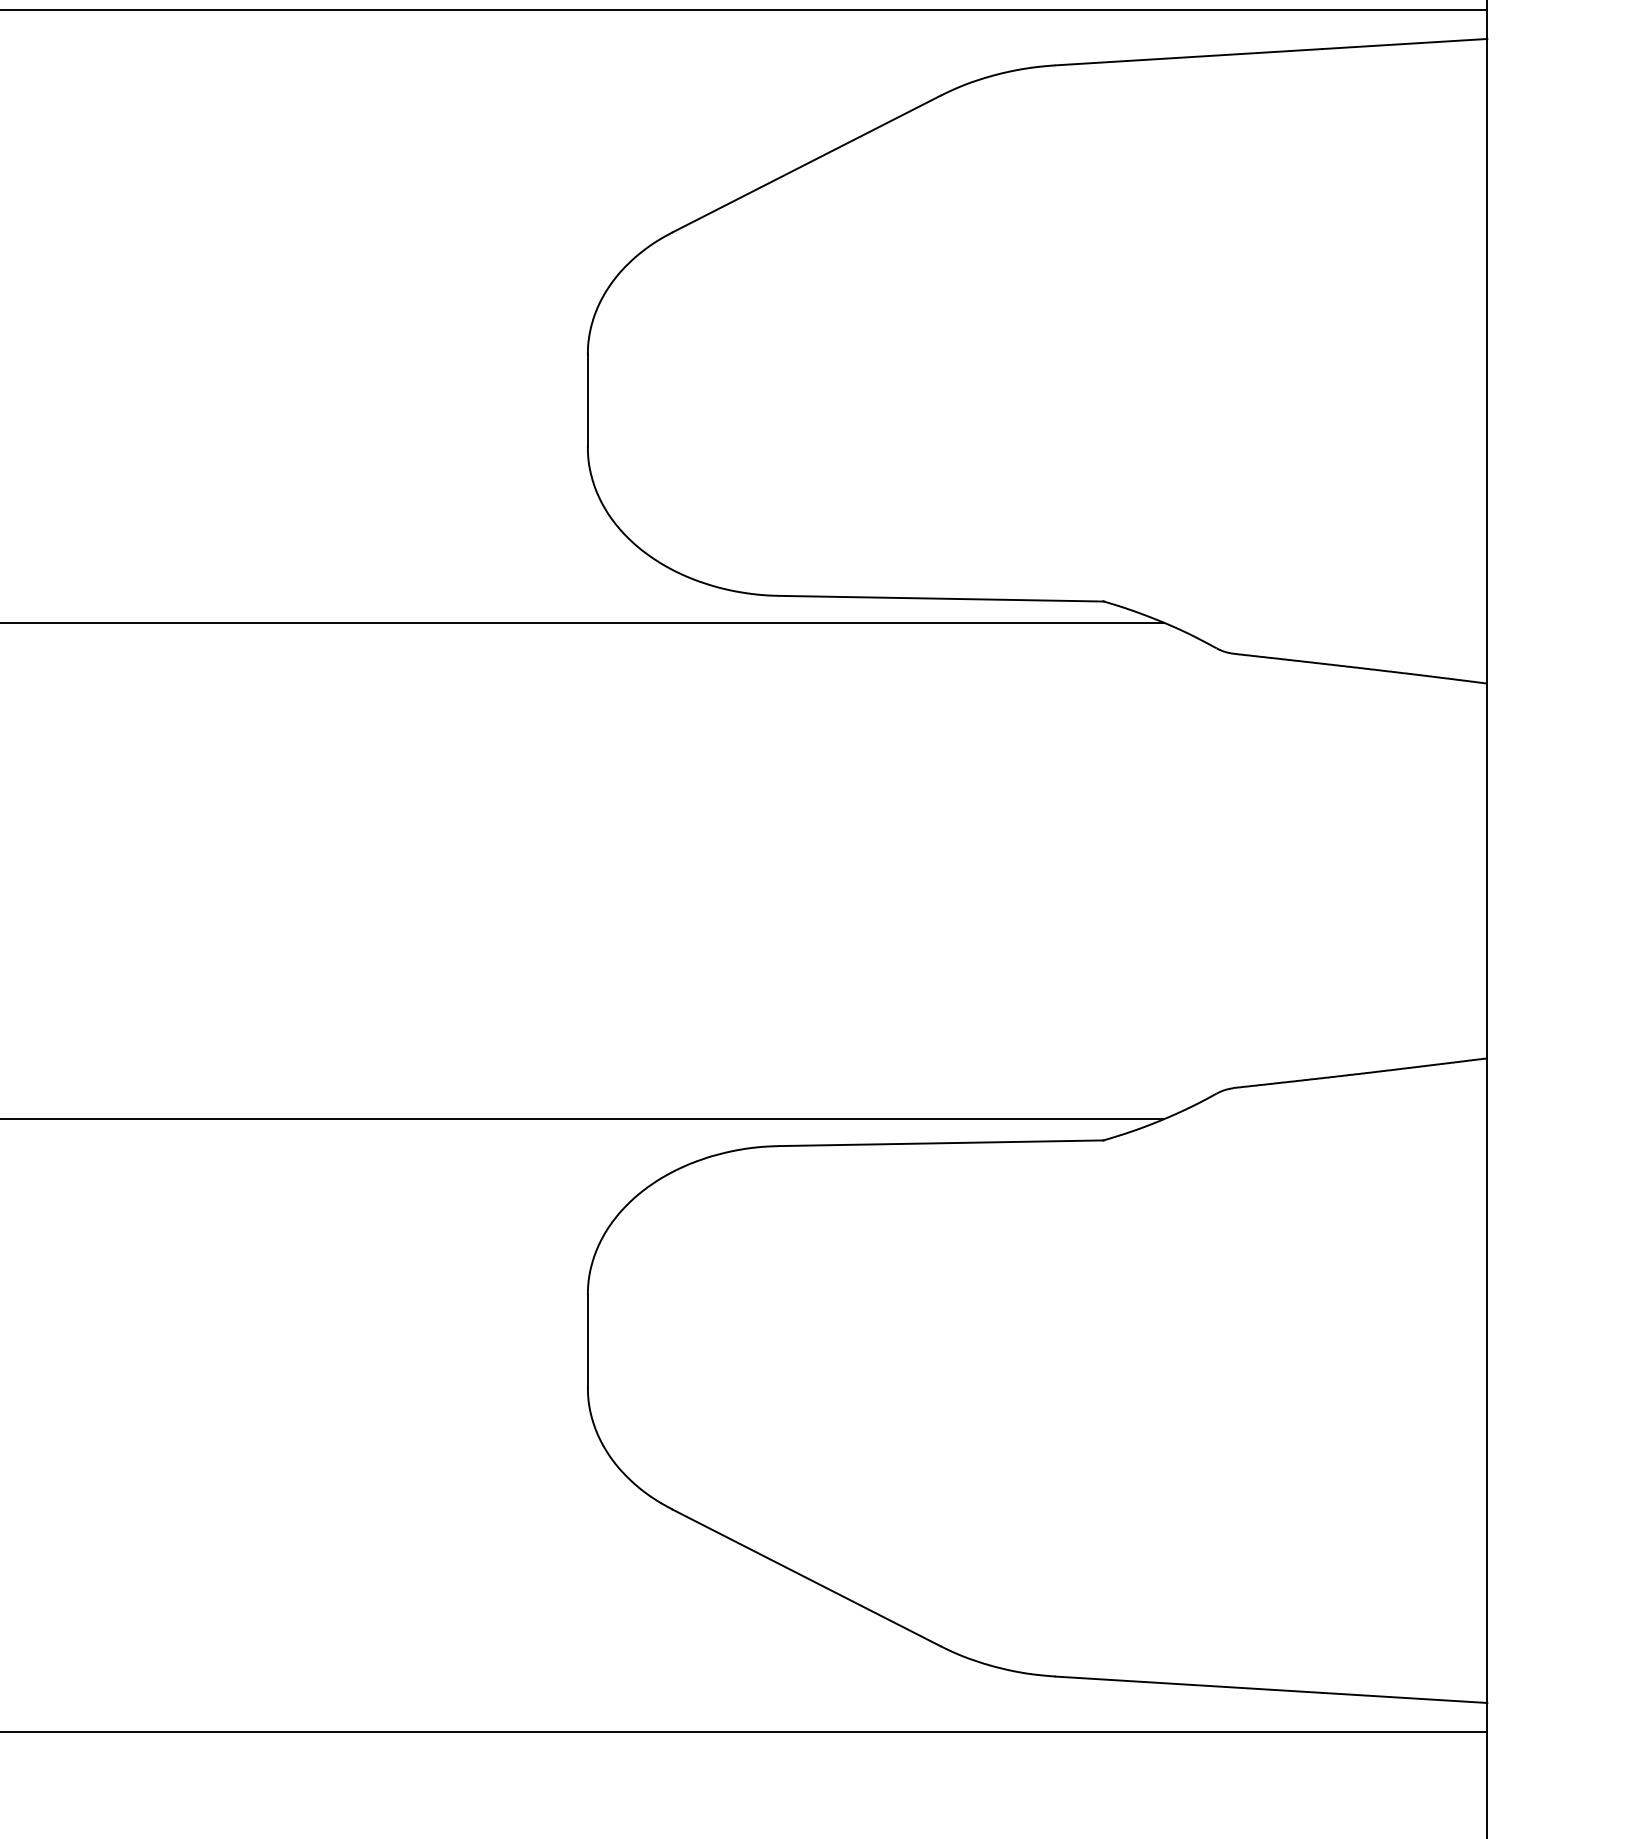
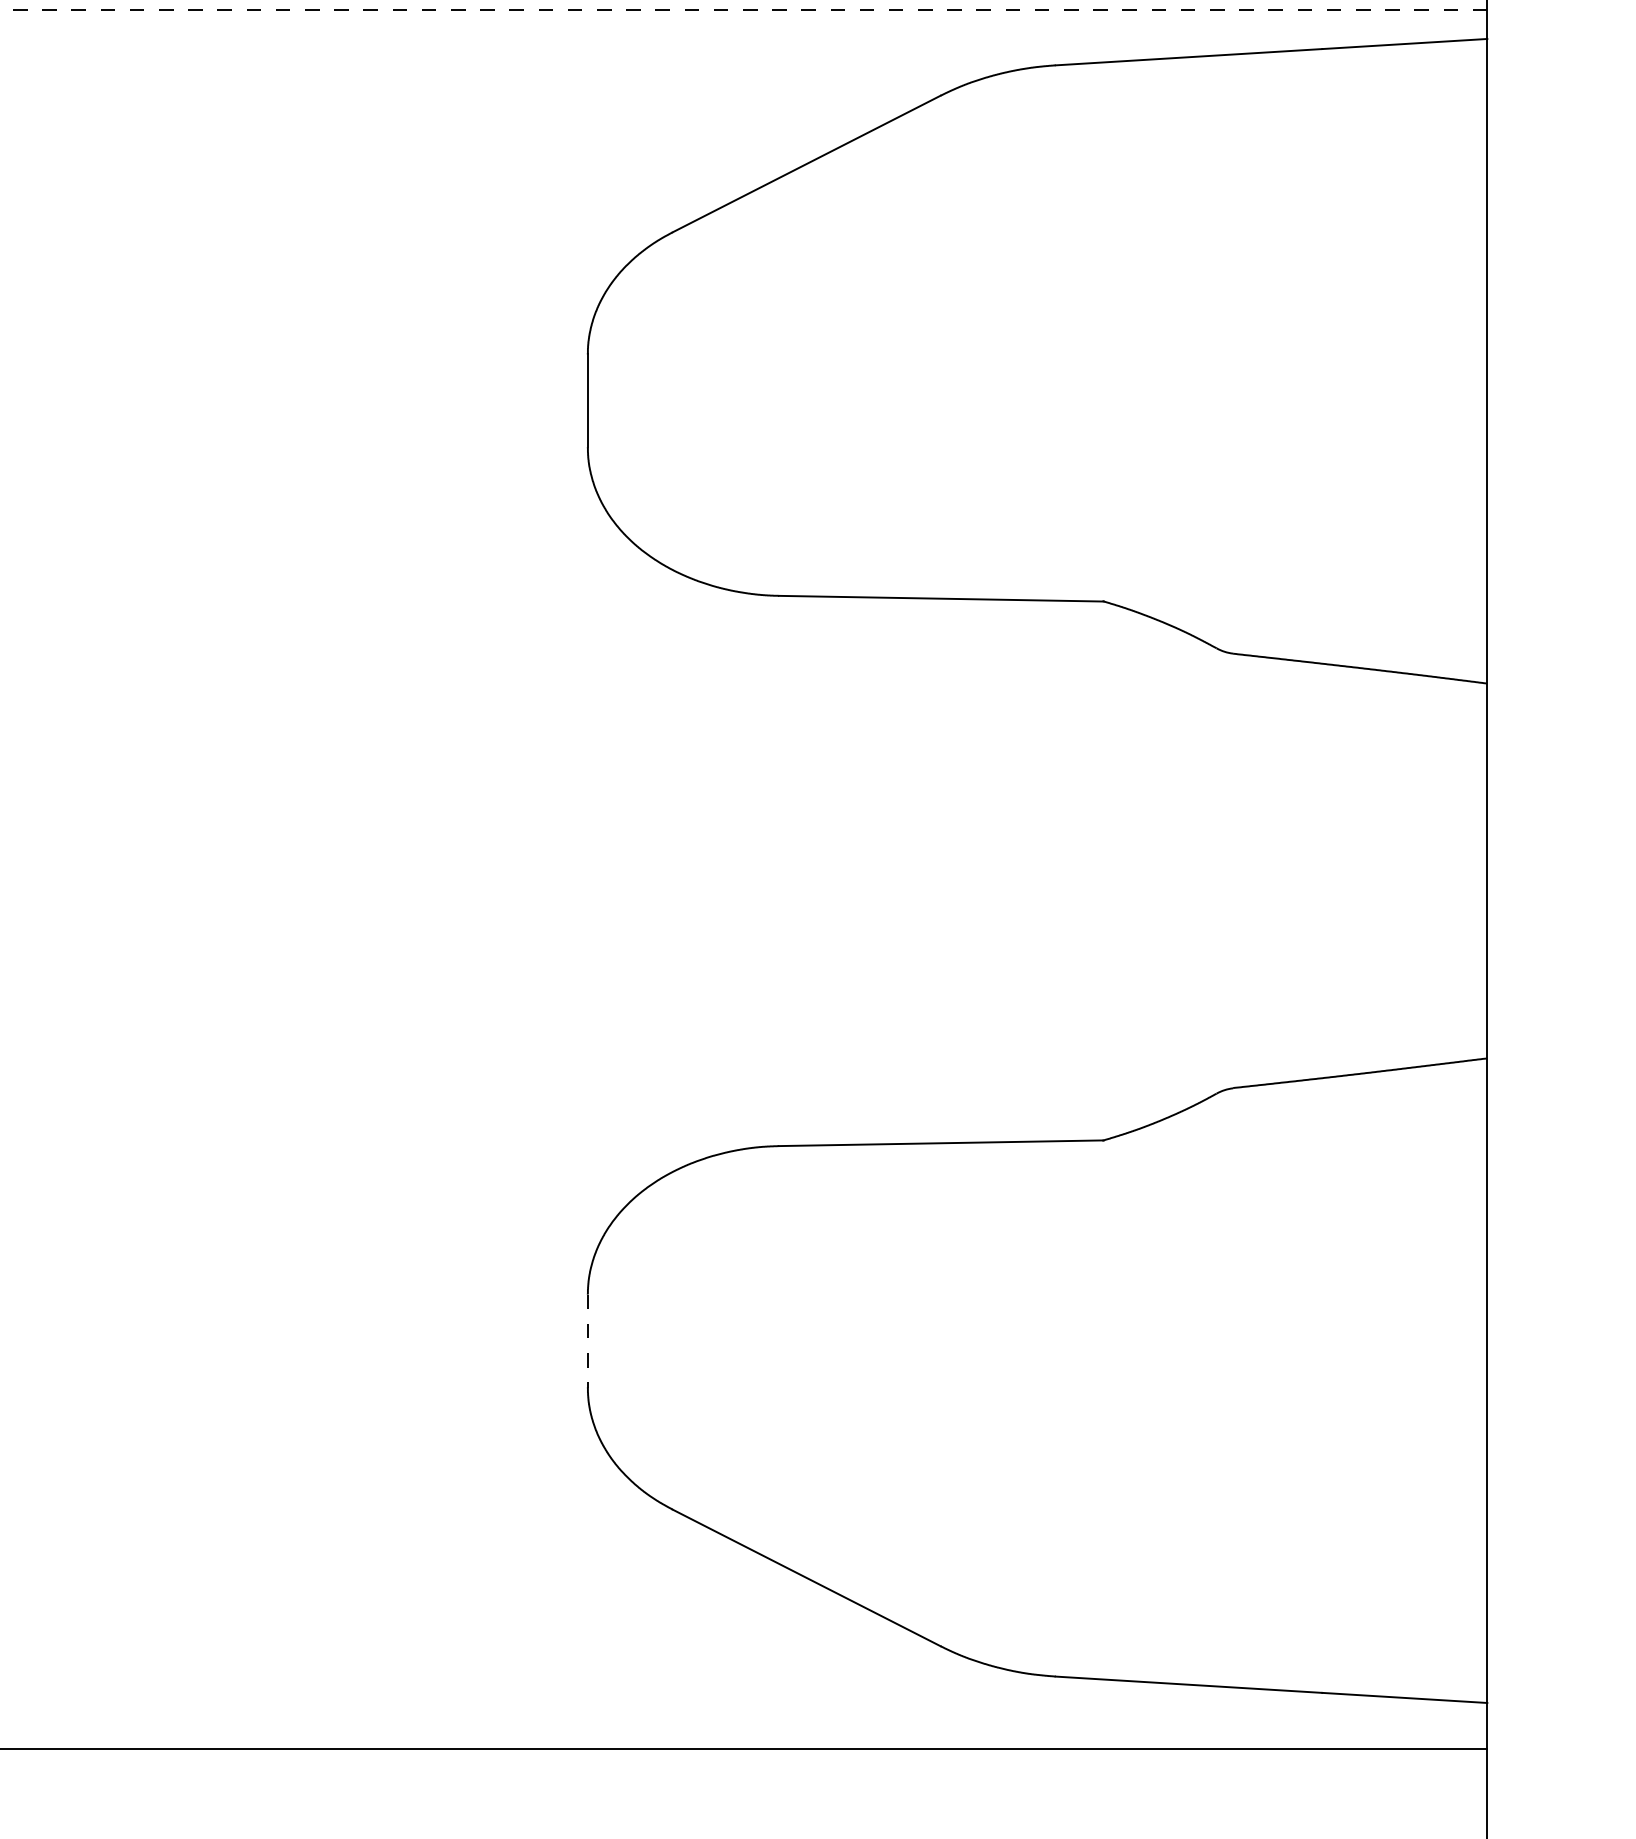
line at (743, 9): solid -> dashed
line at (583, 622): present -> none
line at (583, 1119): present -> none
line at (587, 1341): solid -> dashed
line at (744, 1732) position: (744, 1732) -> (744, 1749)
